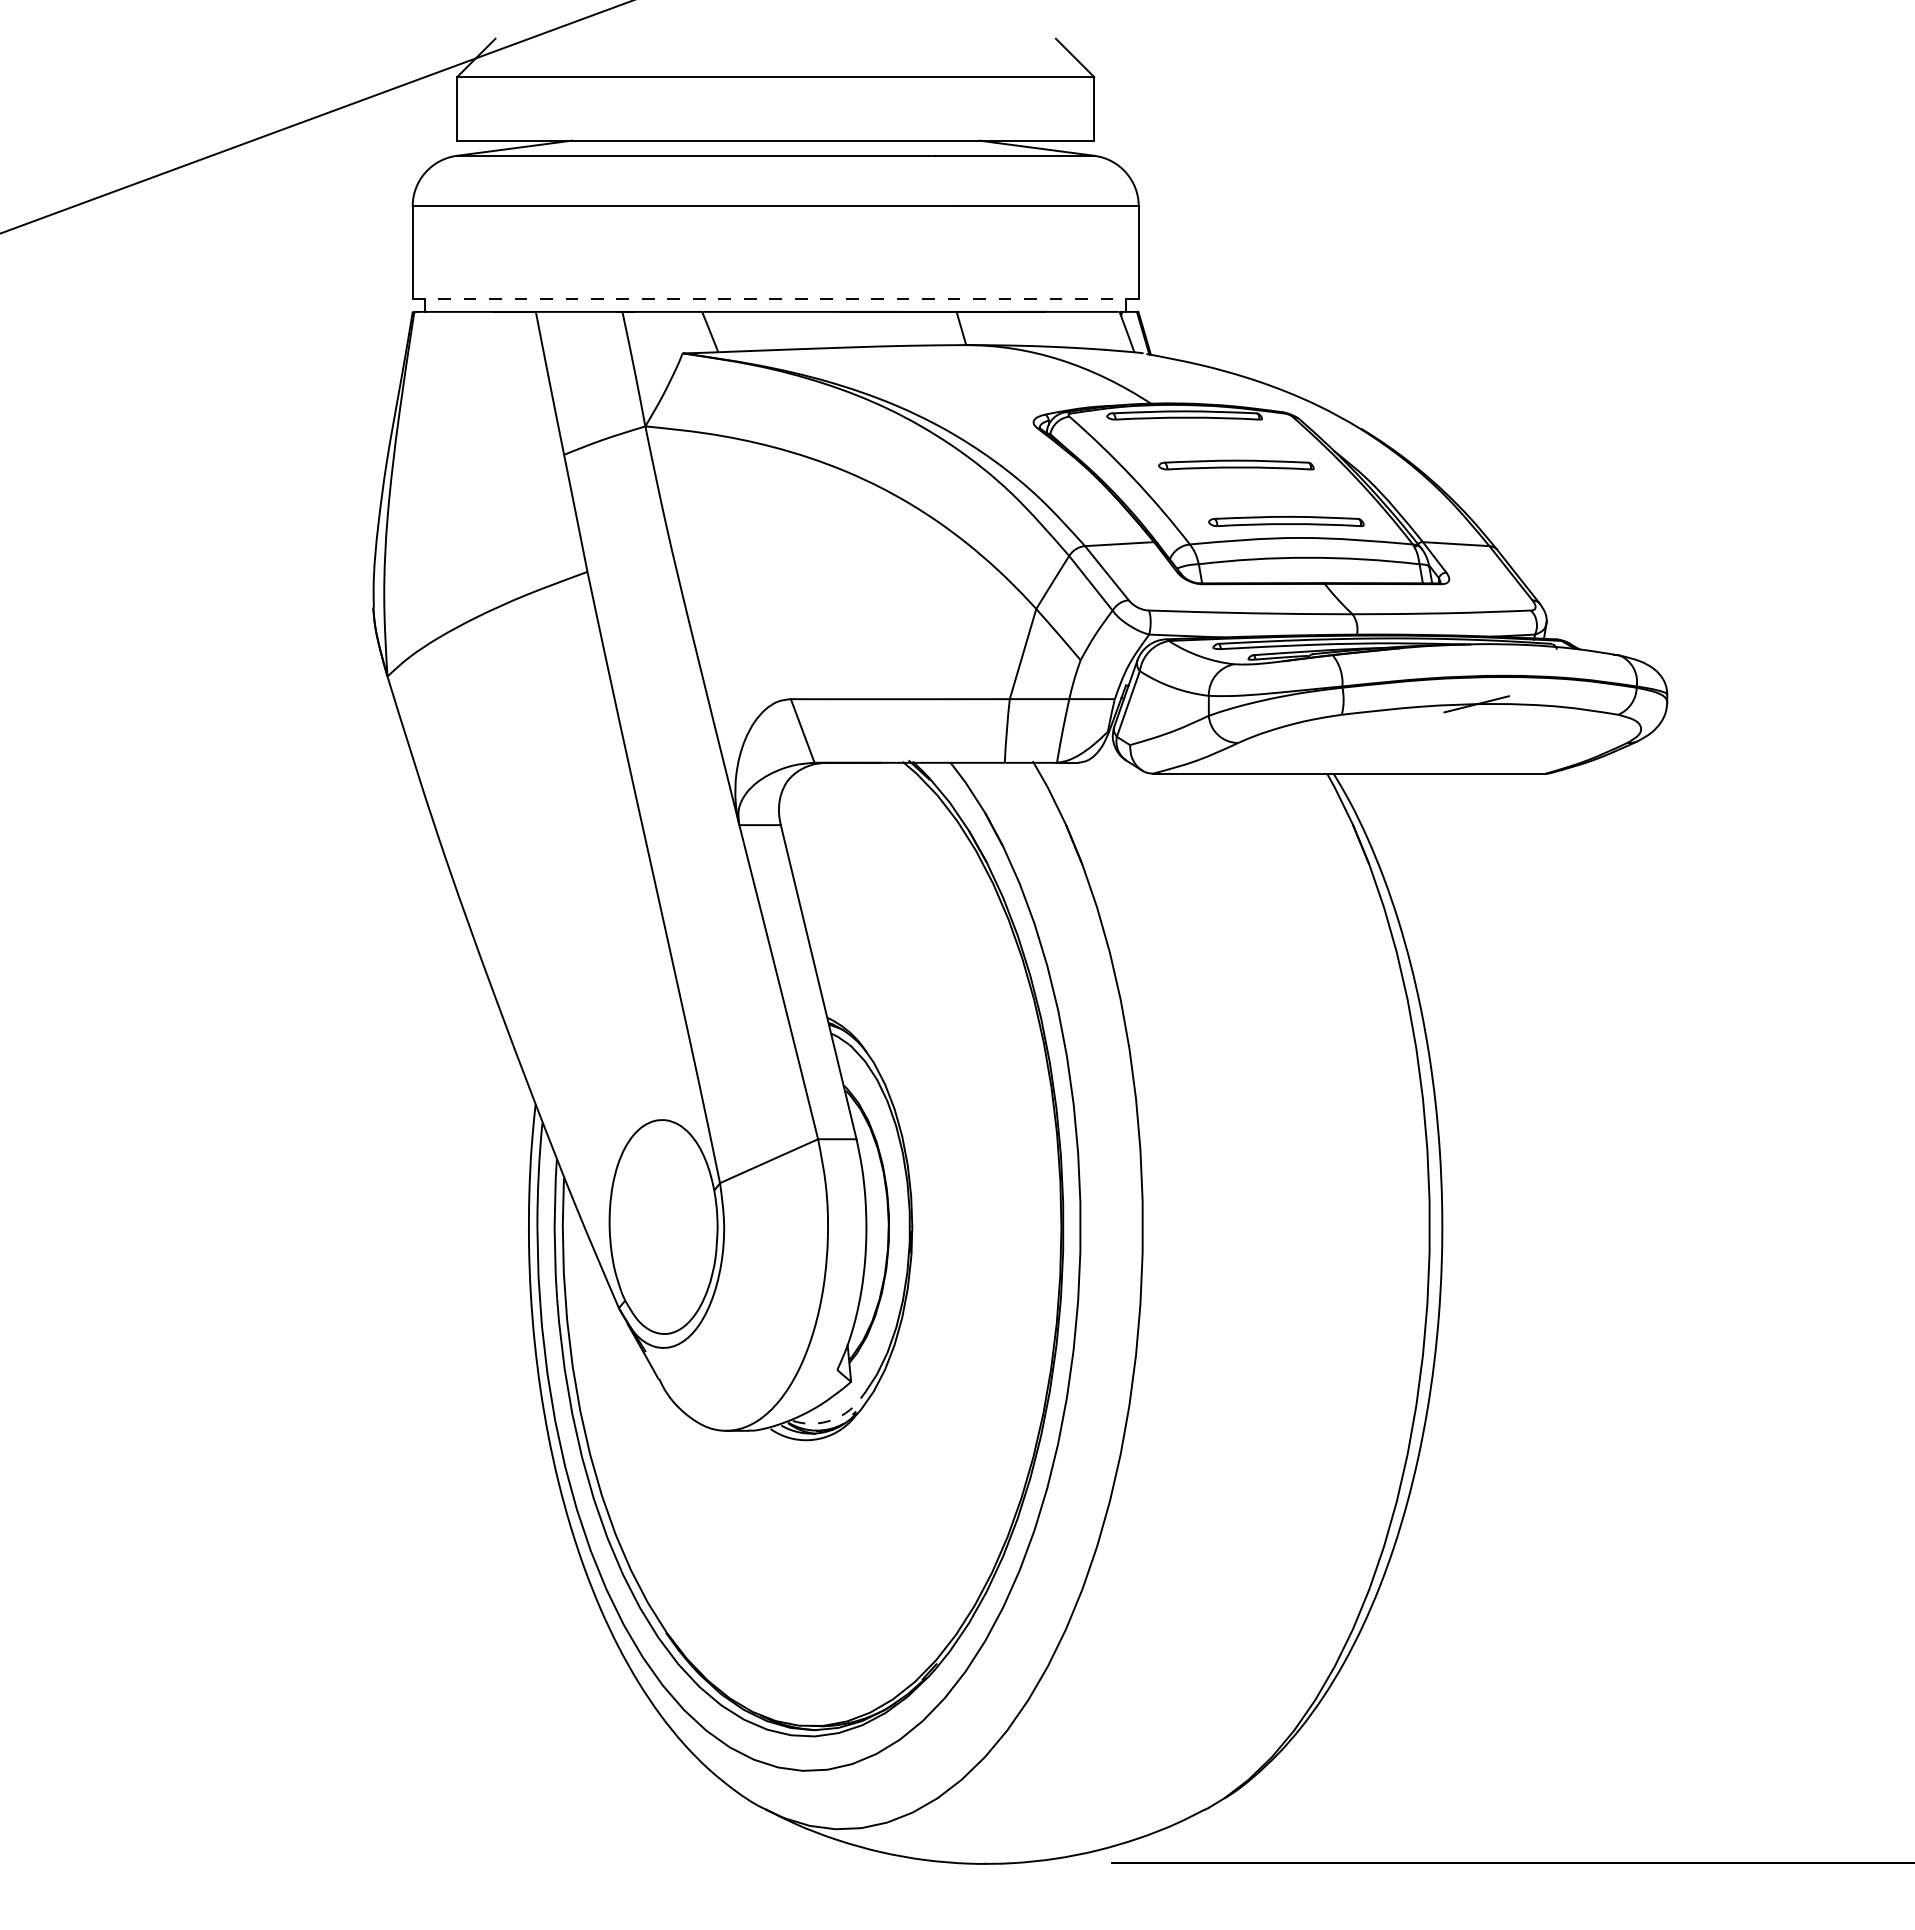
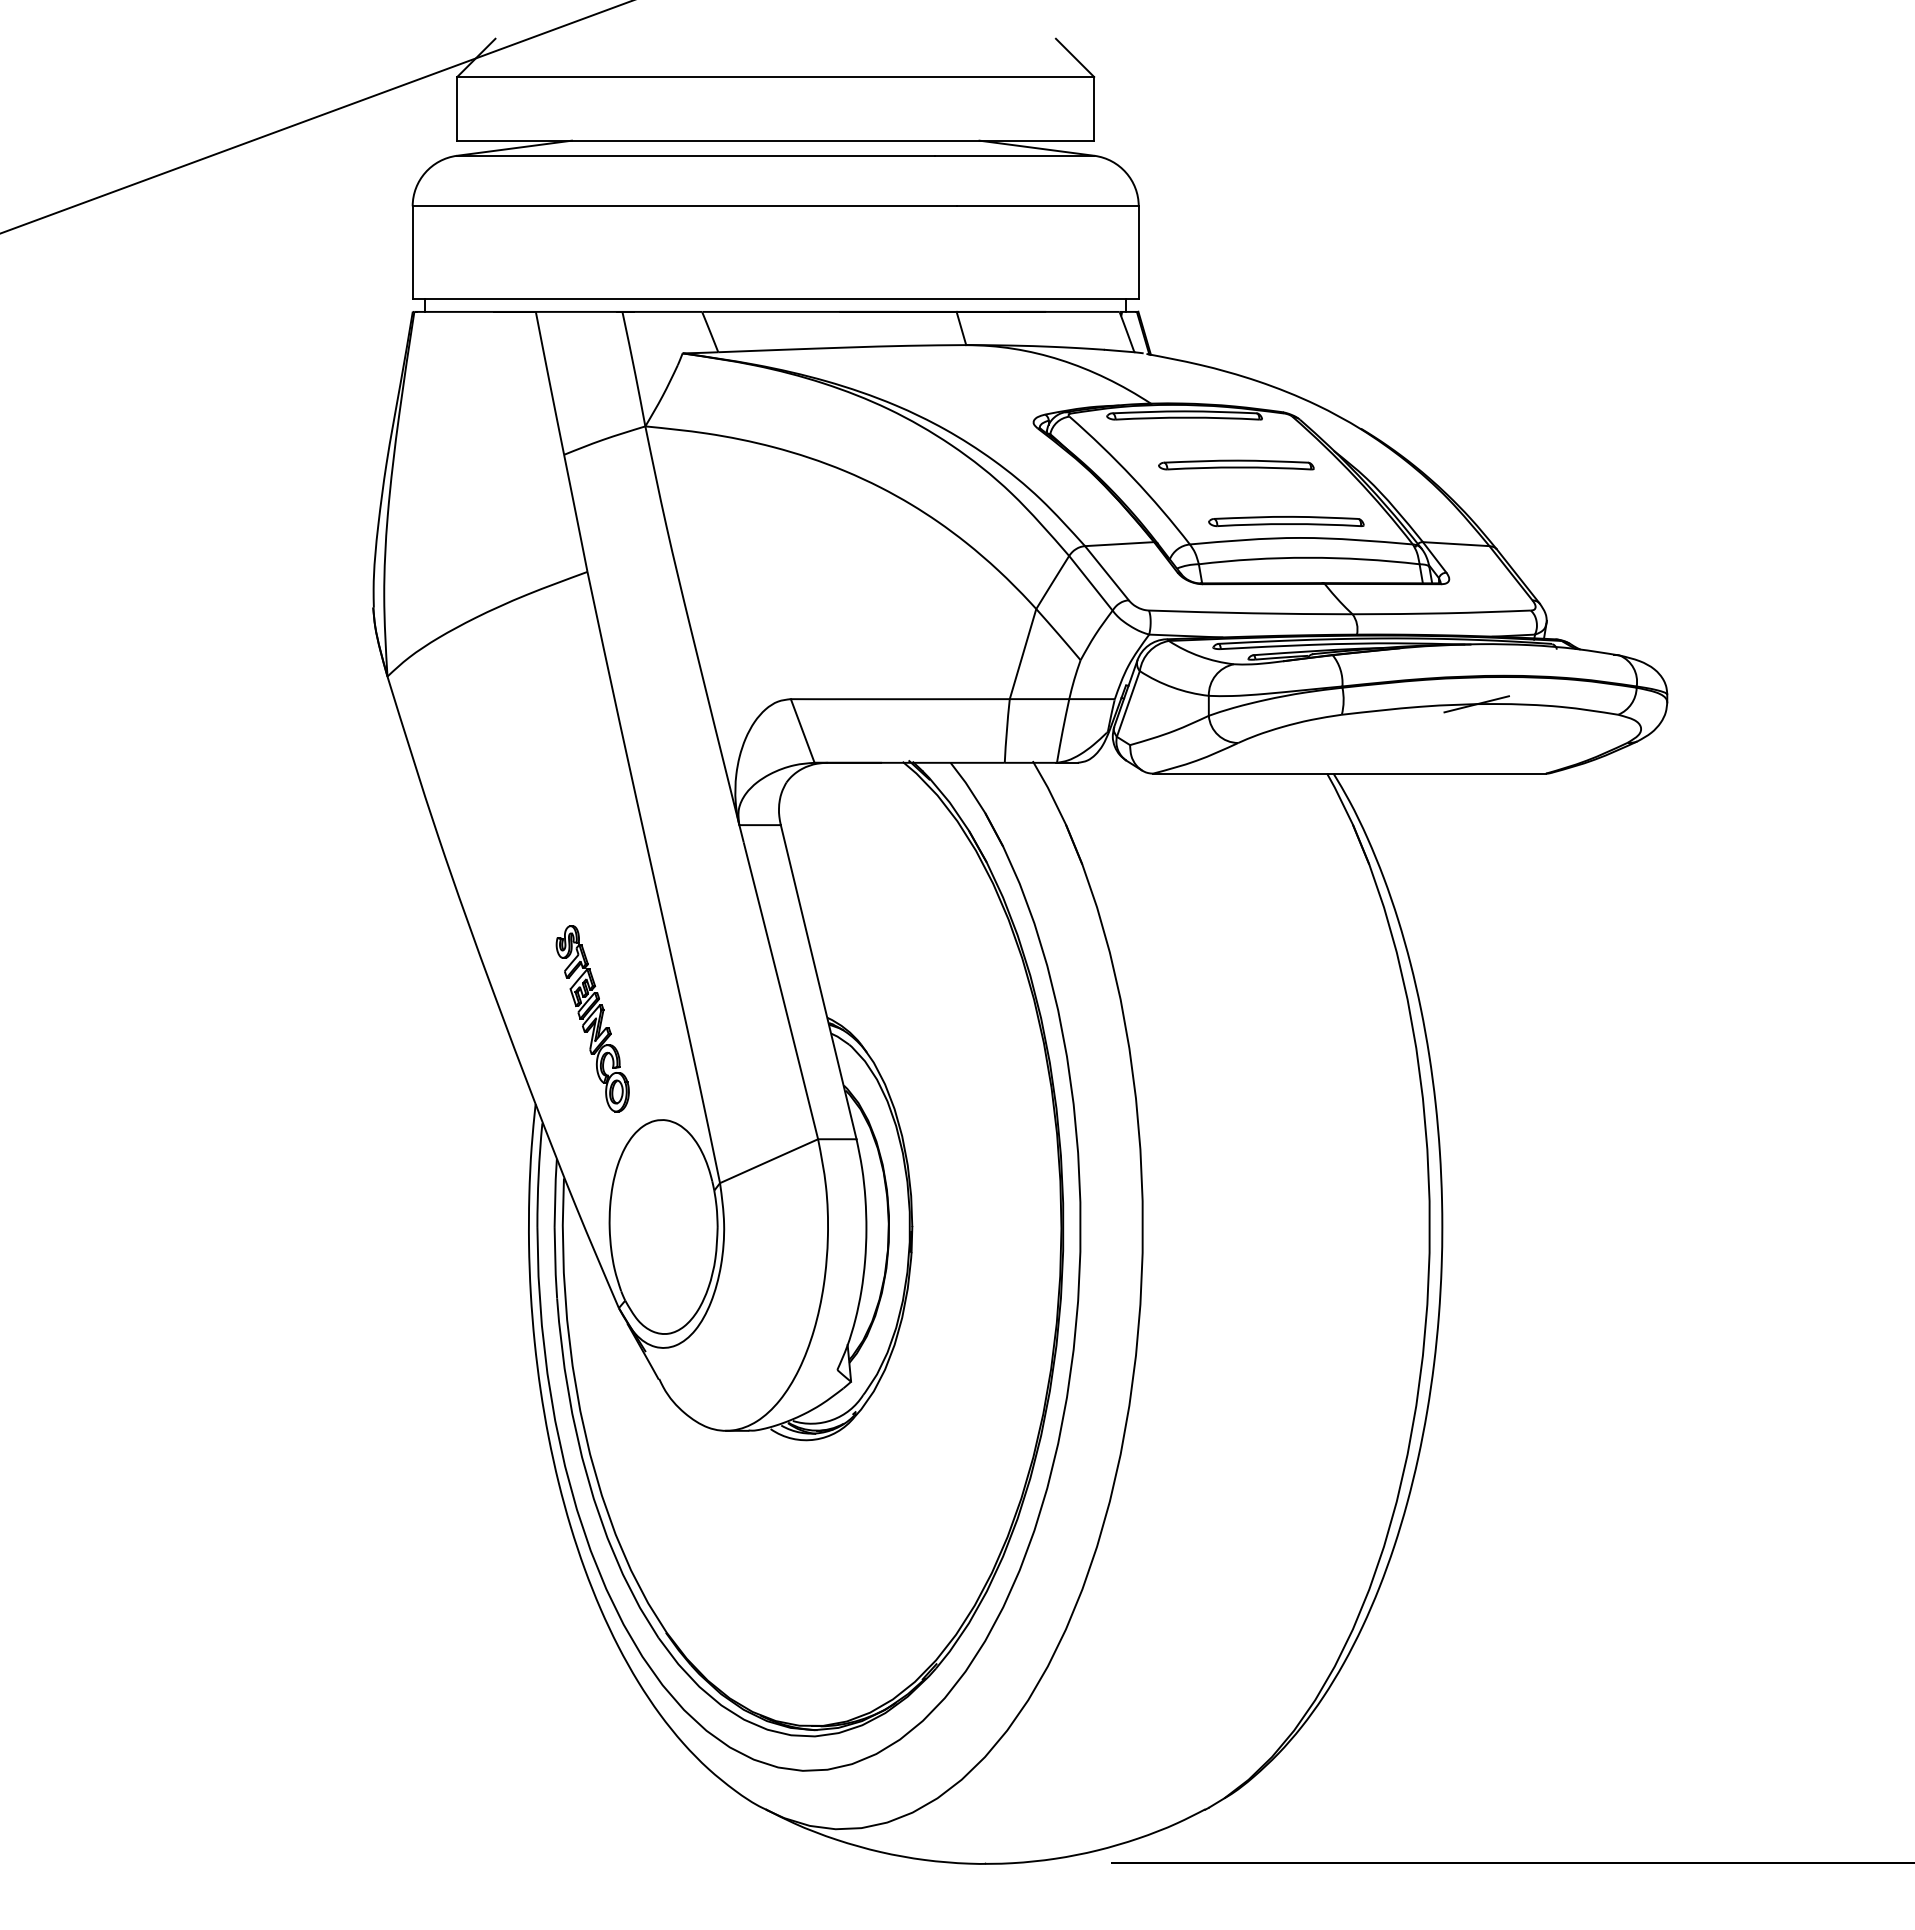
line at (775, 298): dashed -> solid
part at (592, 1018): none -> present
arc at (832, 1419): dashed -> solid
